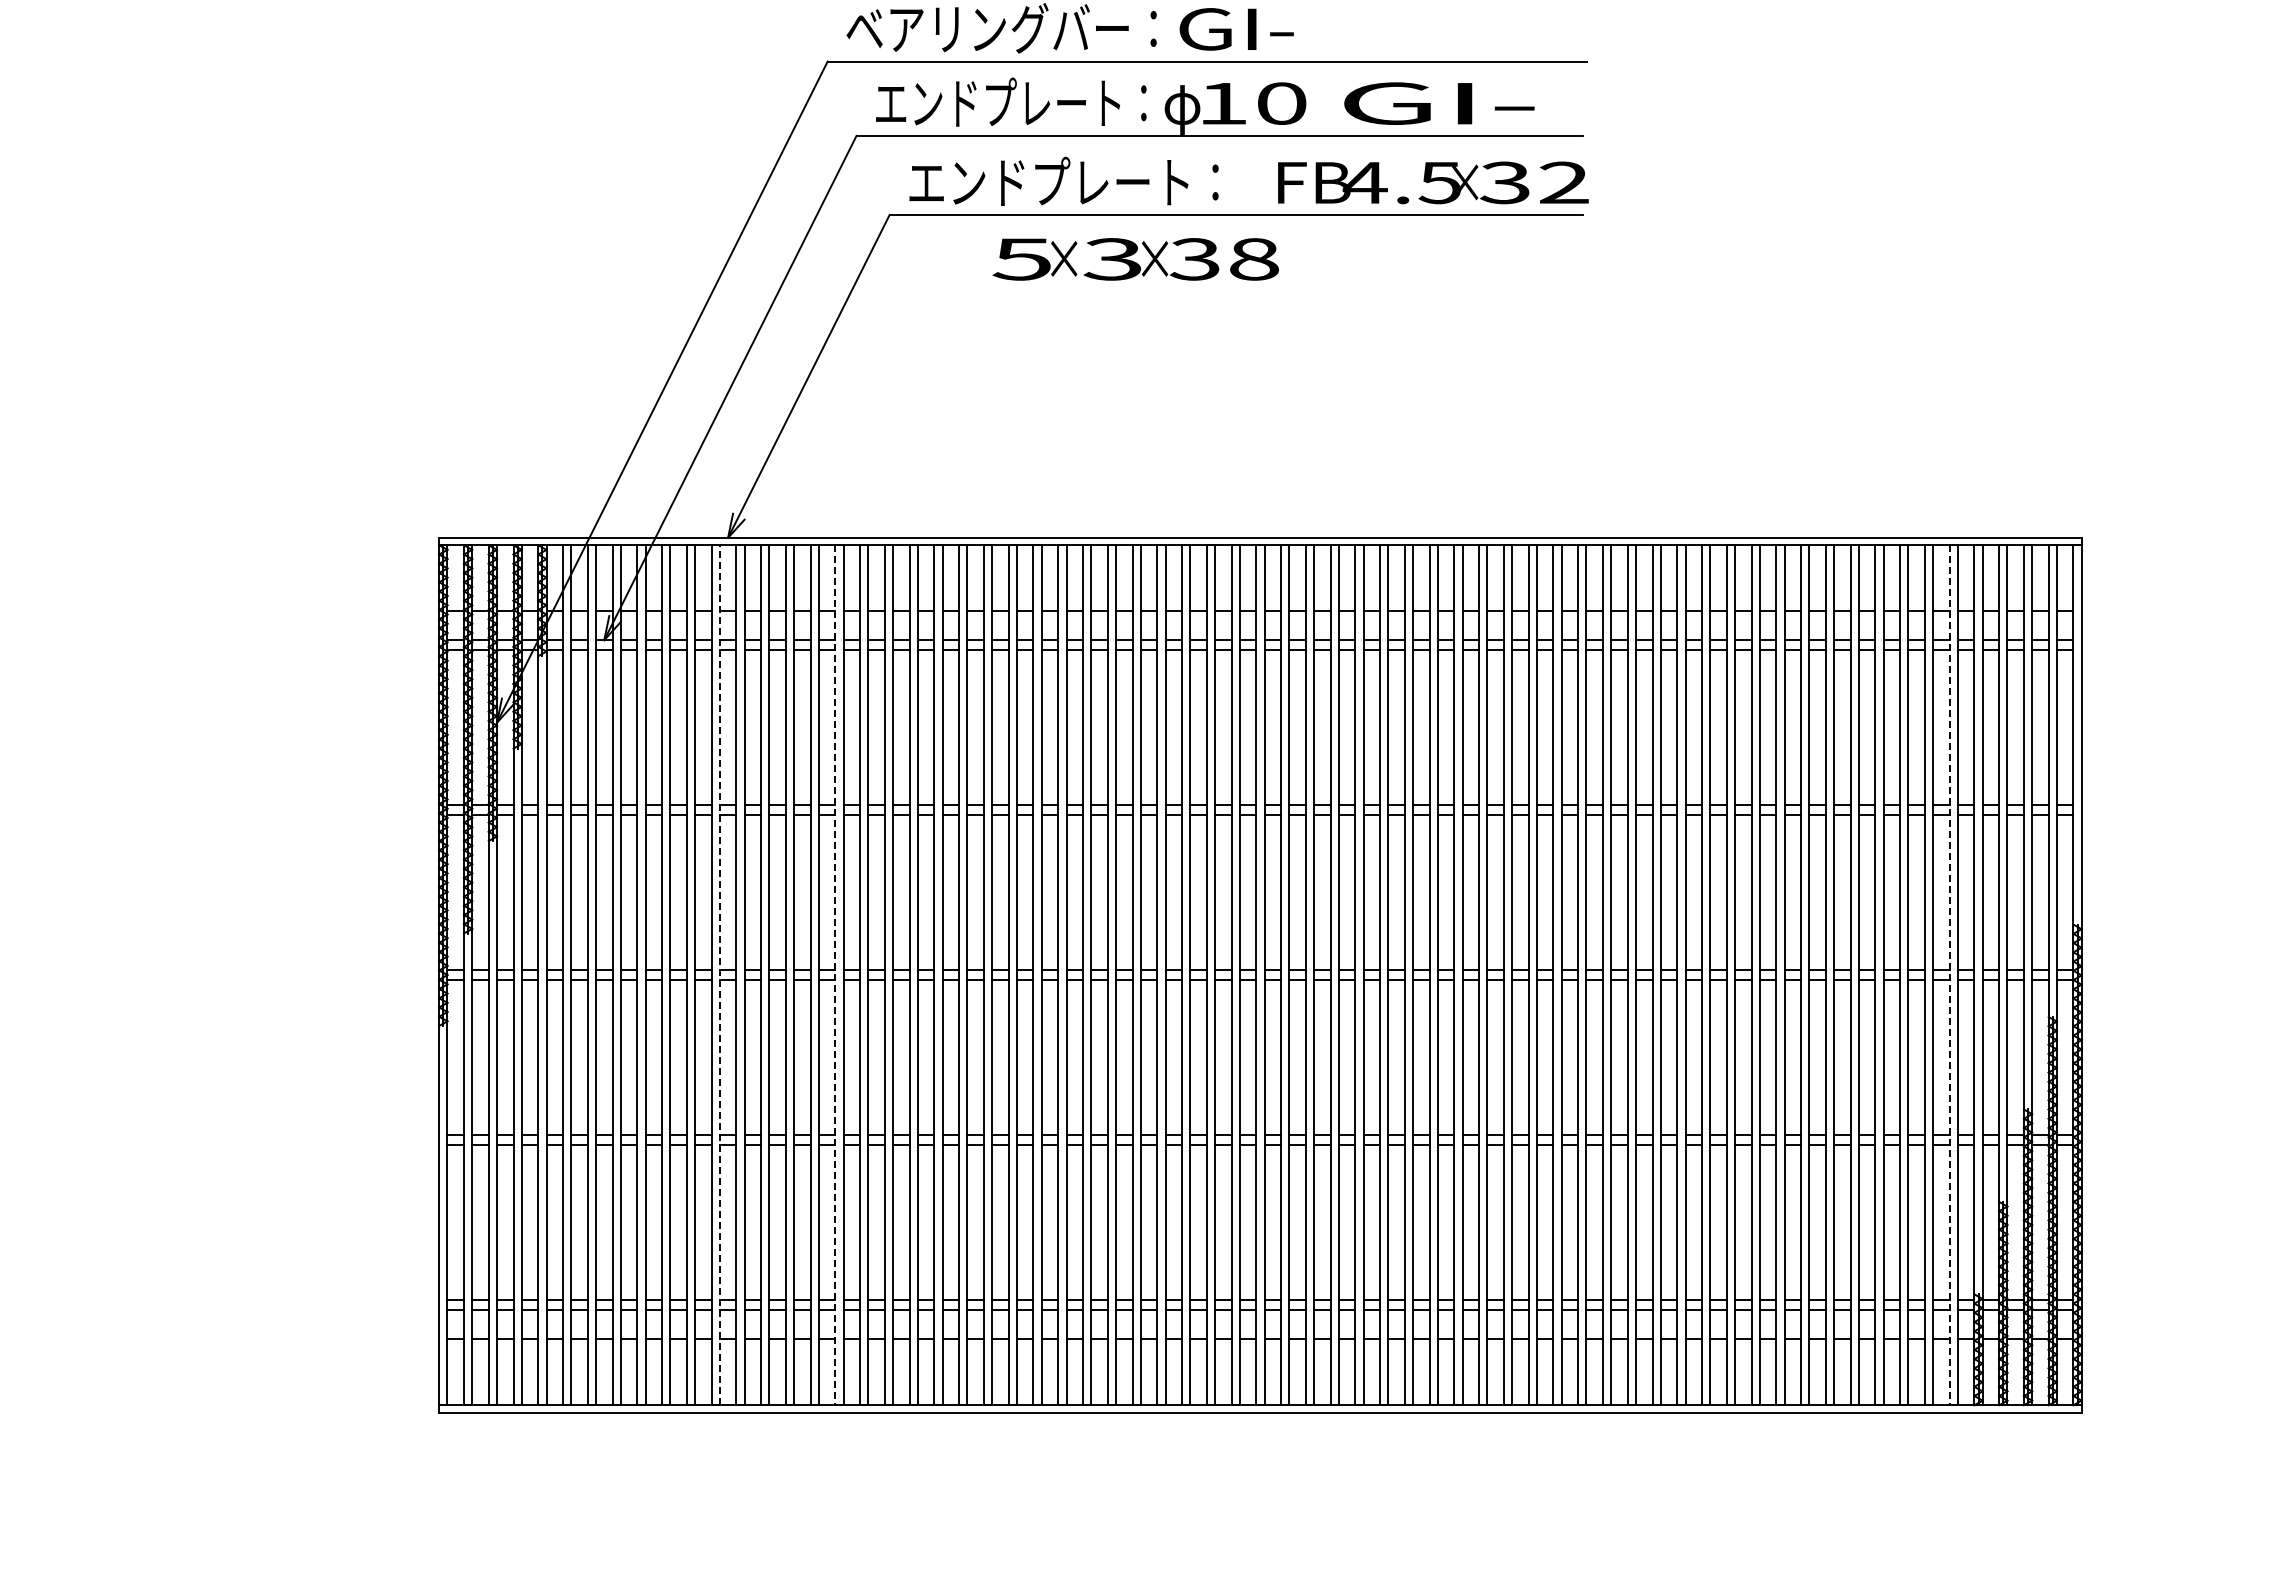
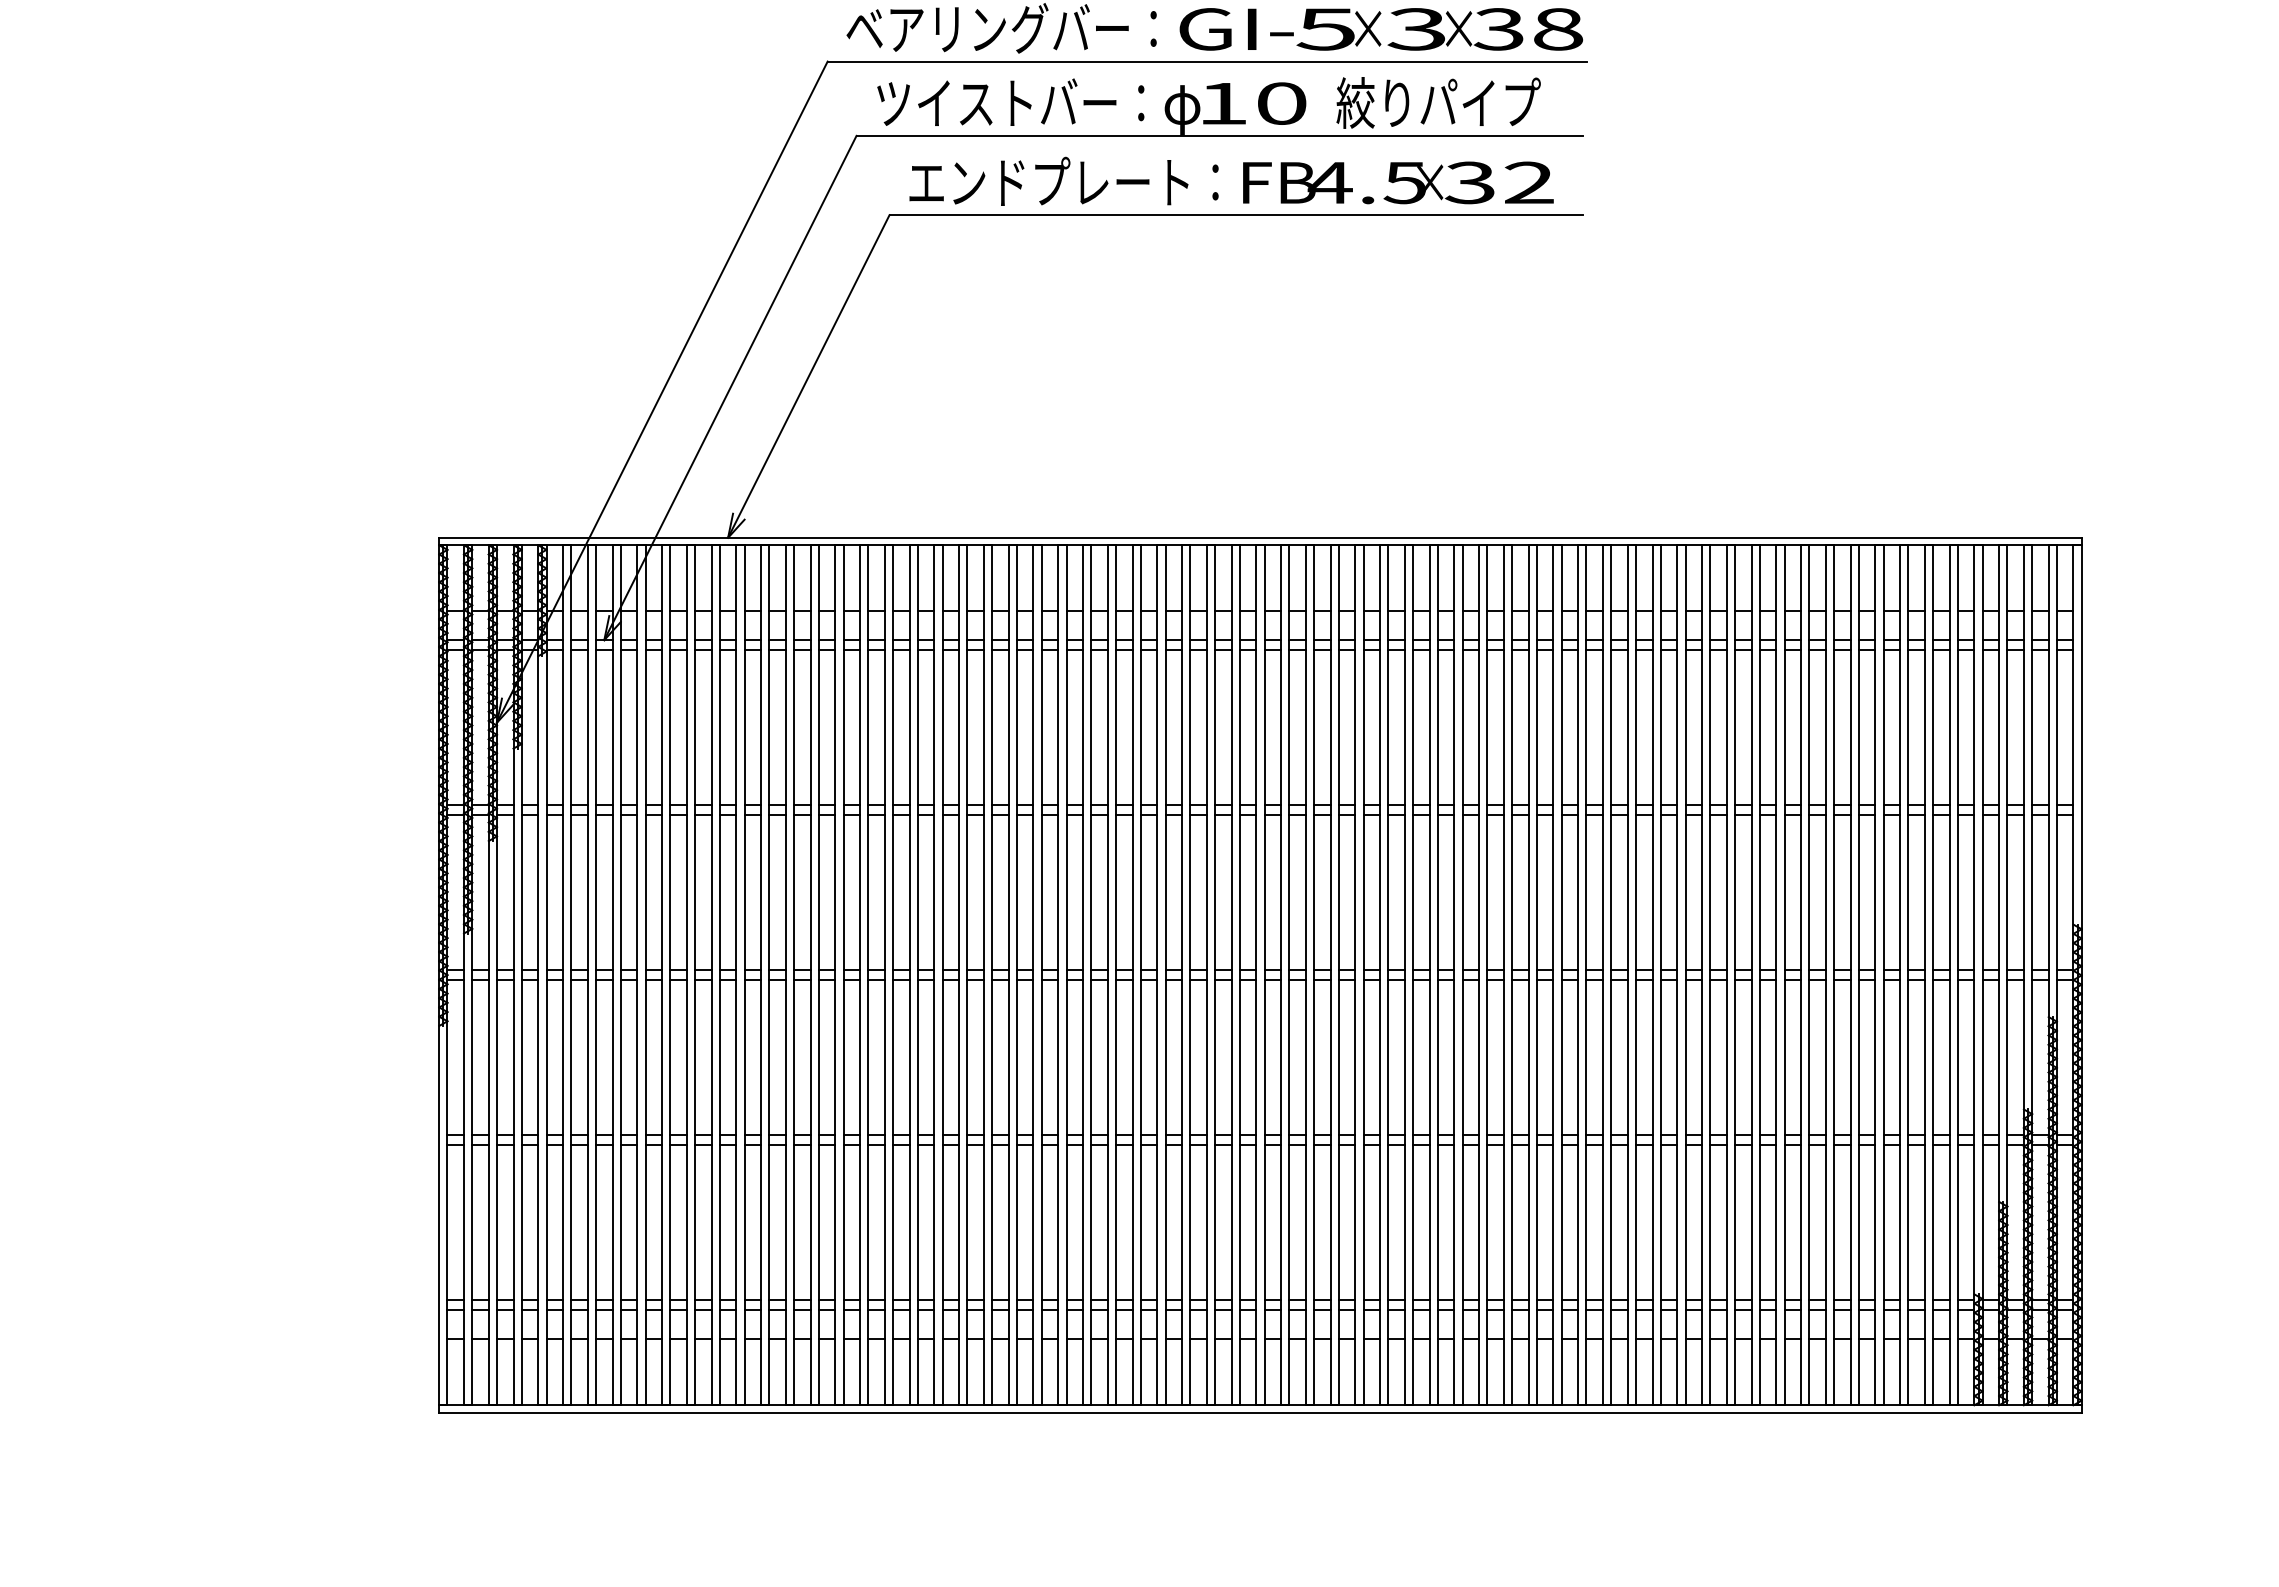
text at (1011, 101): エンドプレート： -> ツイストバー：
text at (1438, 102): GI- -> 絞りパイプ
text at (1433, 182) position: (1433, 182) -> (1398, 182)
text at (1135, 259) position: (1135, 259) -> (1439, 29)
line at (719, 974): dashed -> solid
line at (835, 975): dashed -> solid
line at (1949, 975): dashed -> solid
